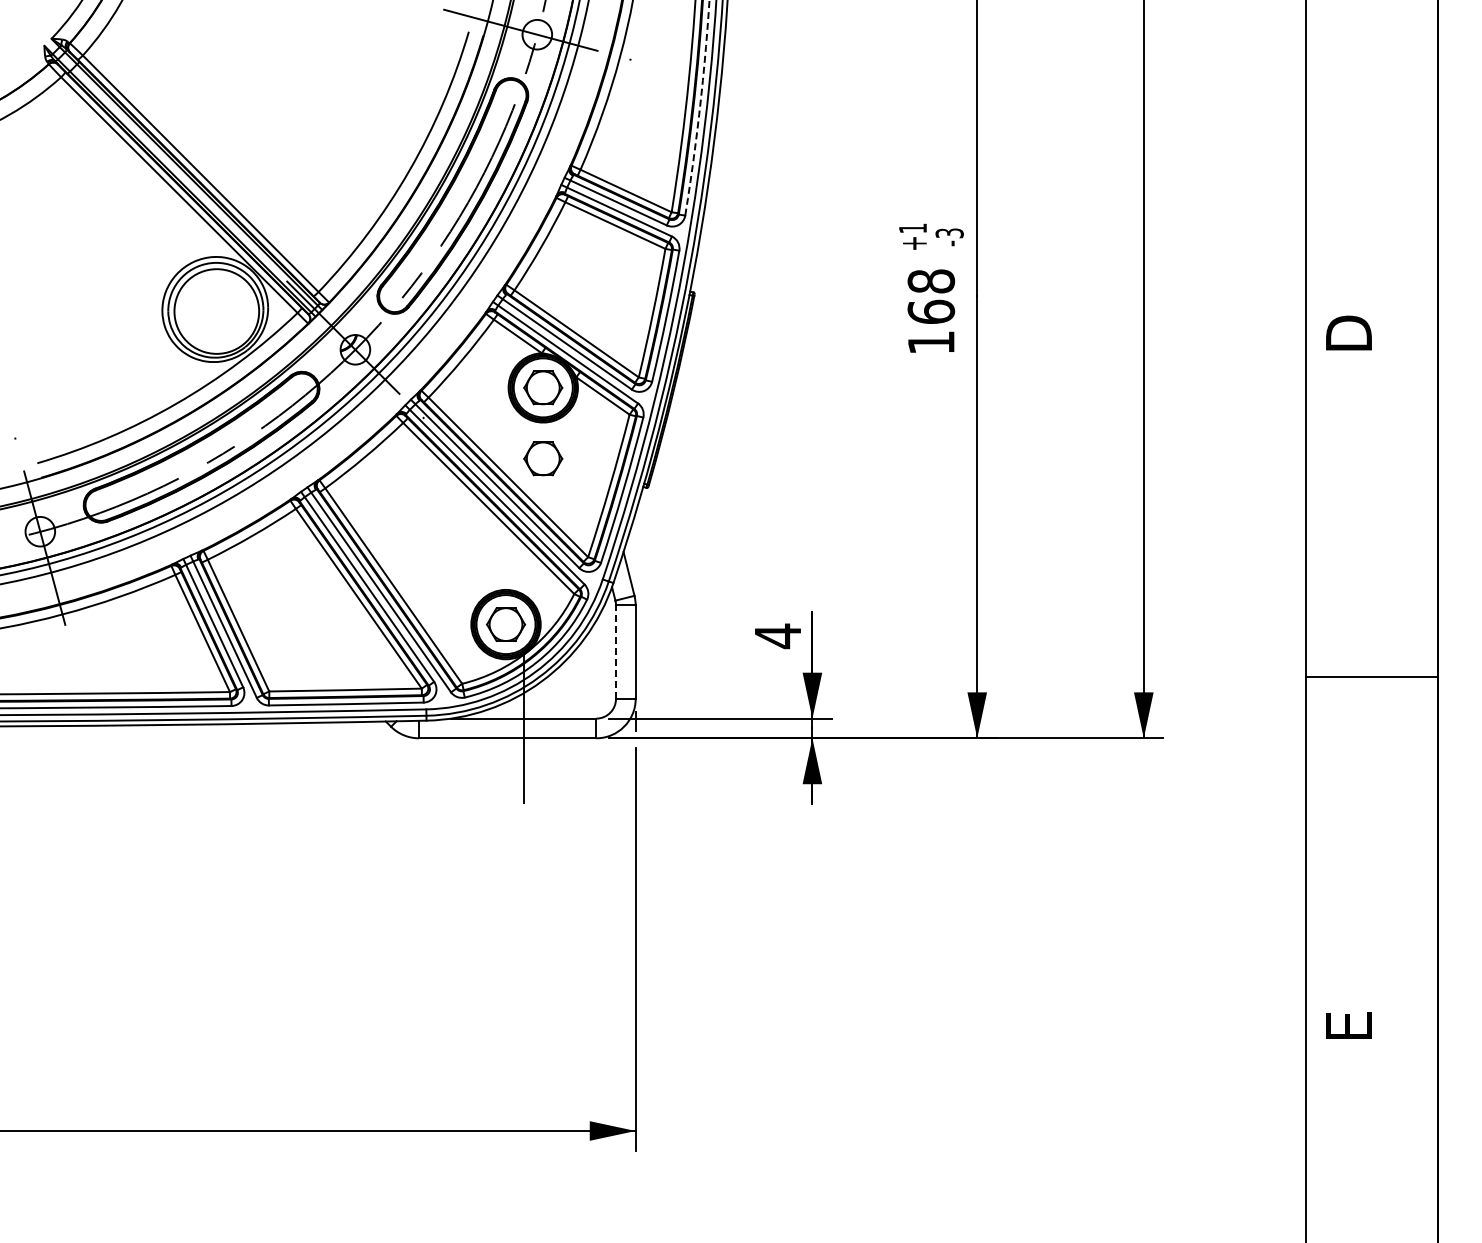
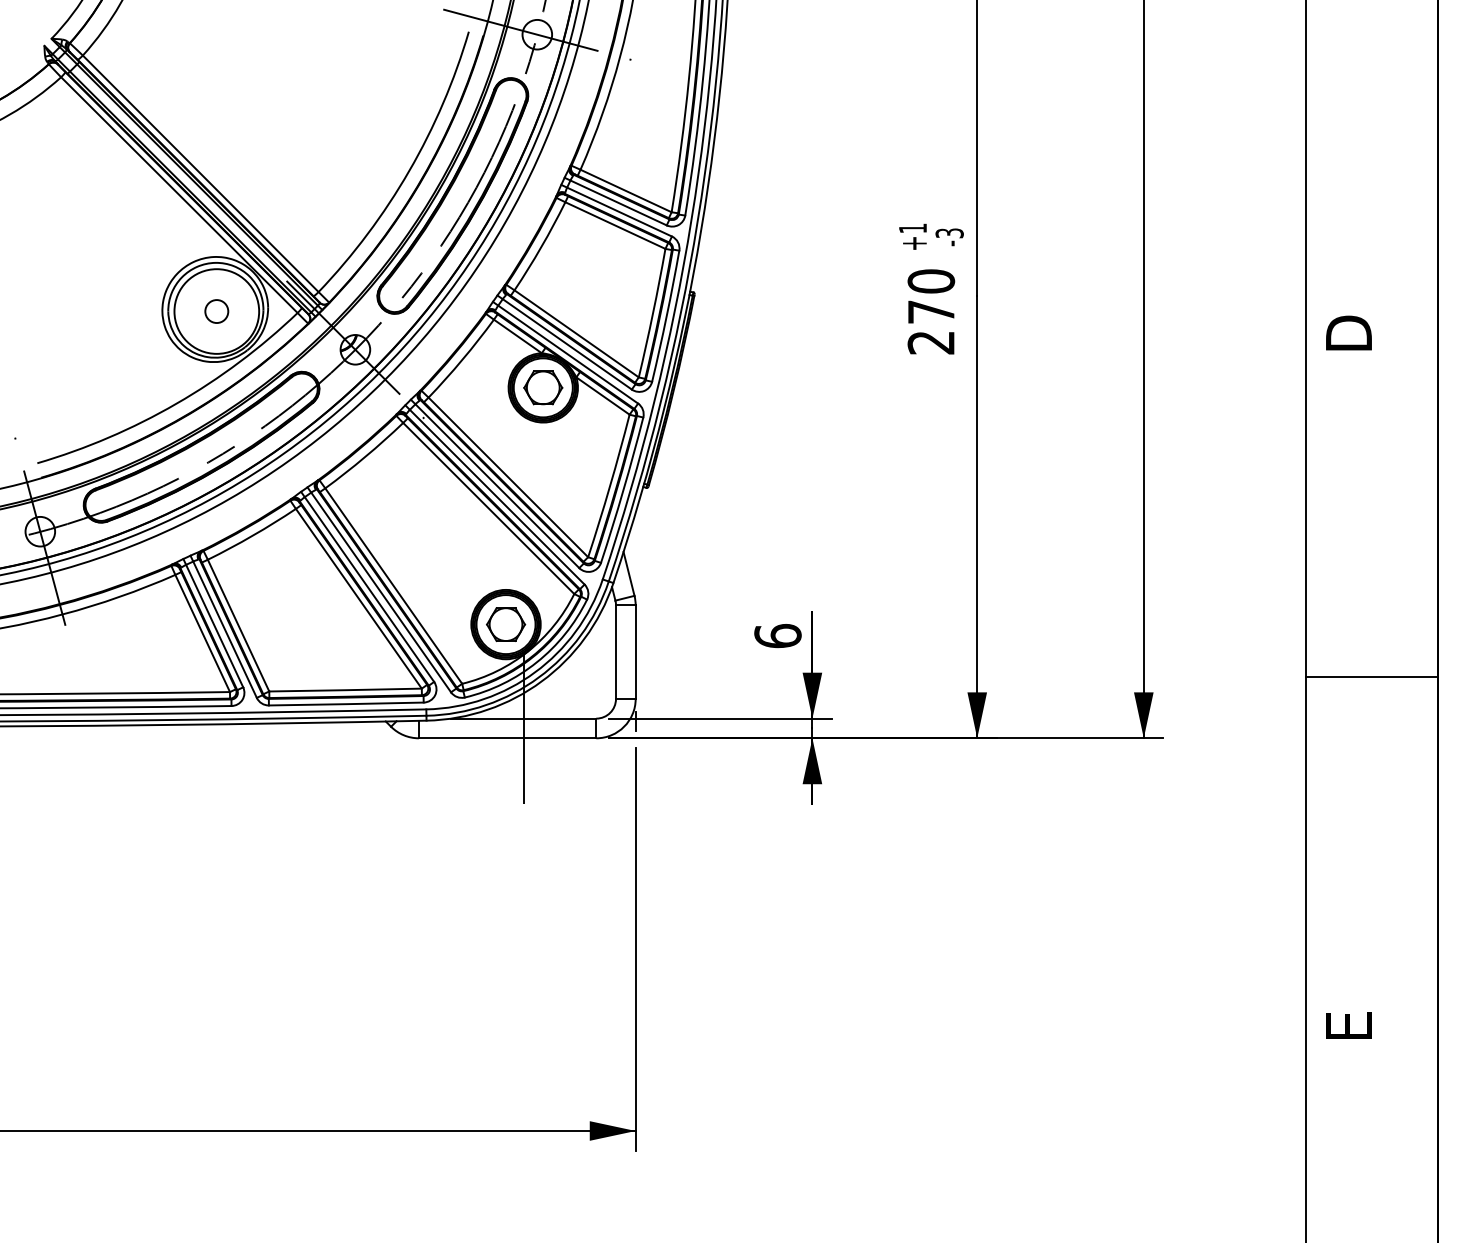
arc at (699, 108): dashed -> solid
circle at (216, 311): none -> present
text at (931, 311): 168 -> 270
part at (543, 458): present -> none
text at (777, 636): 4 -> 6
line at (616, 652): dashed -> solid
